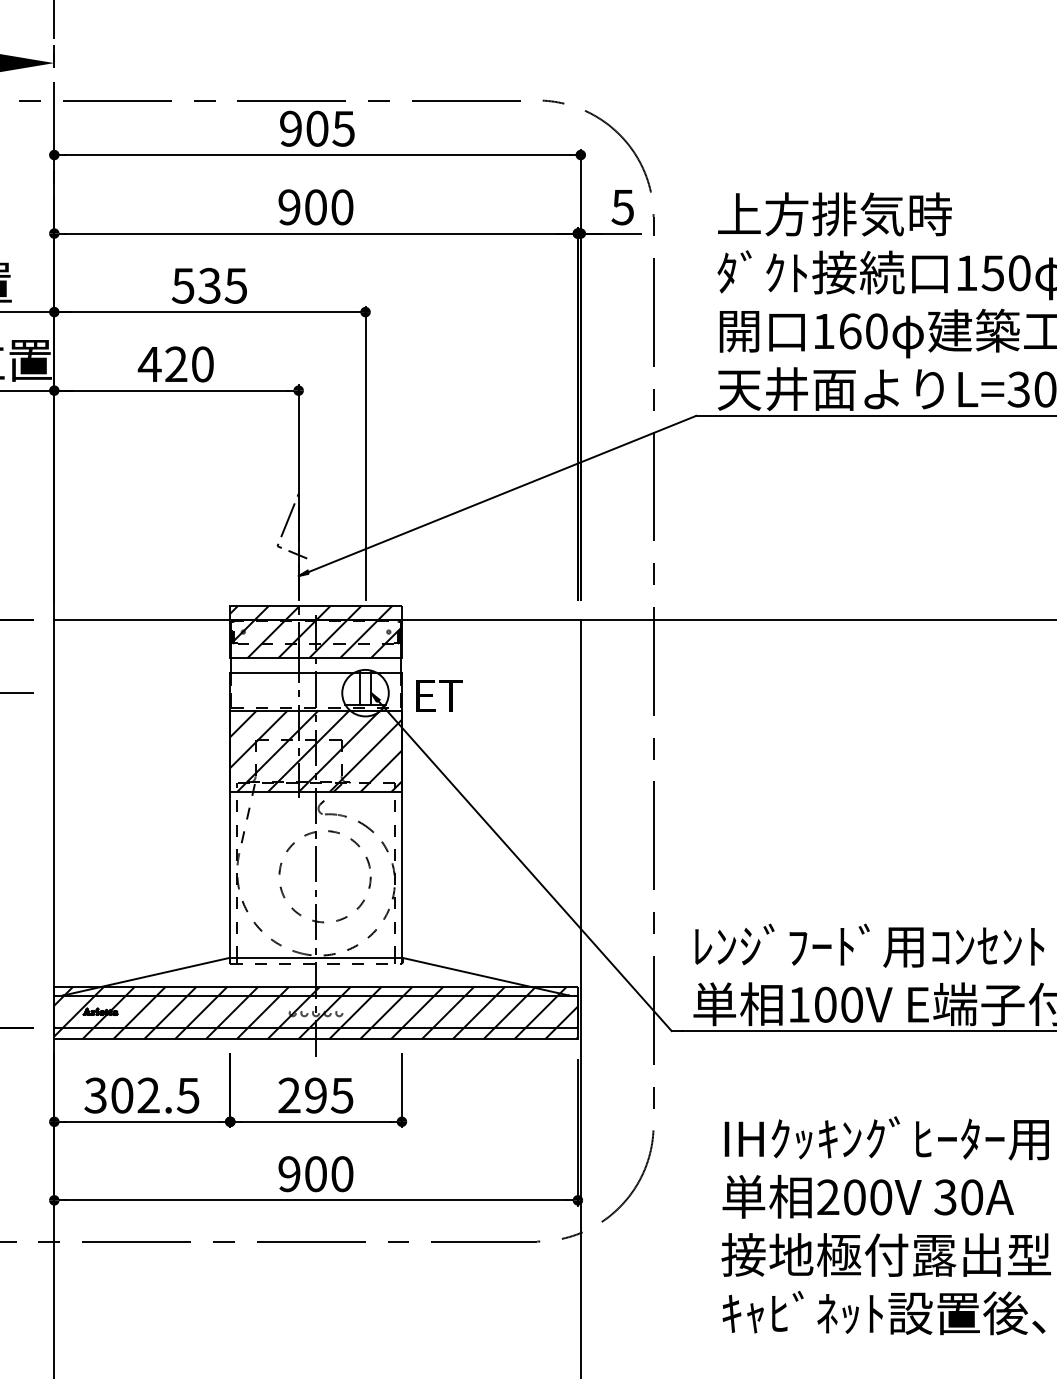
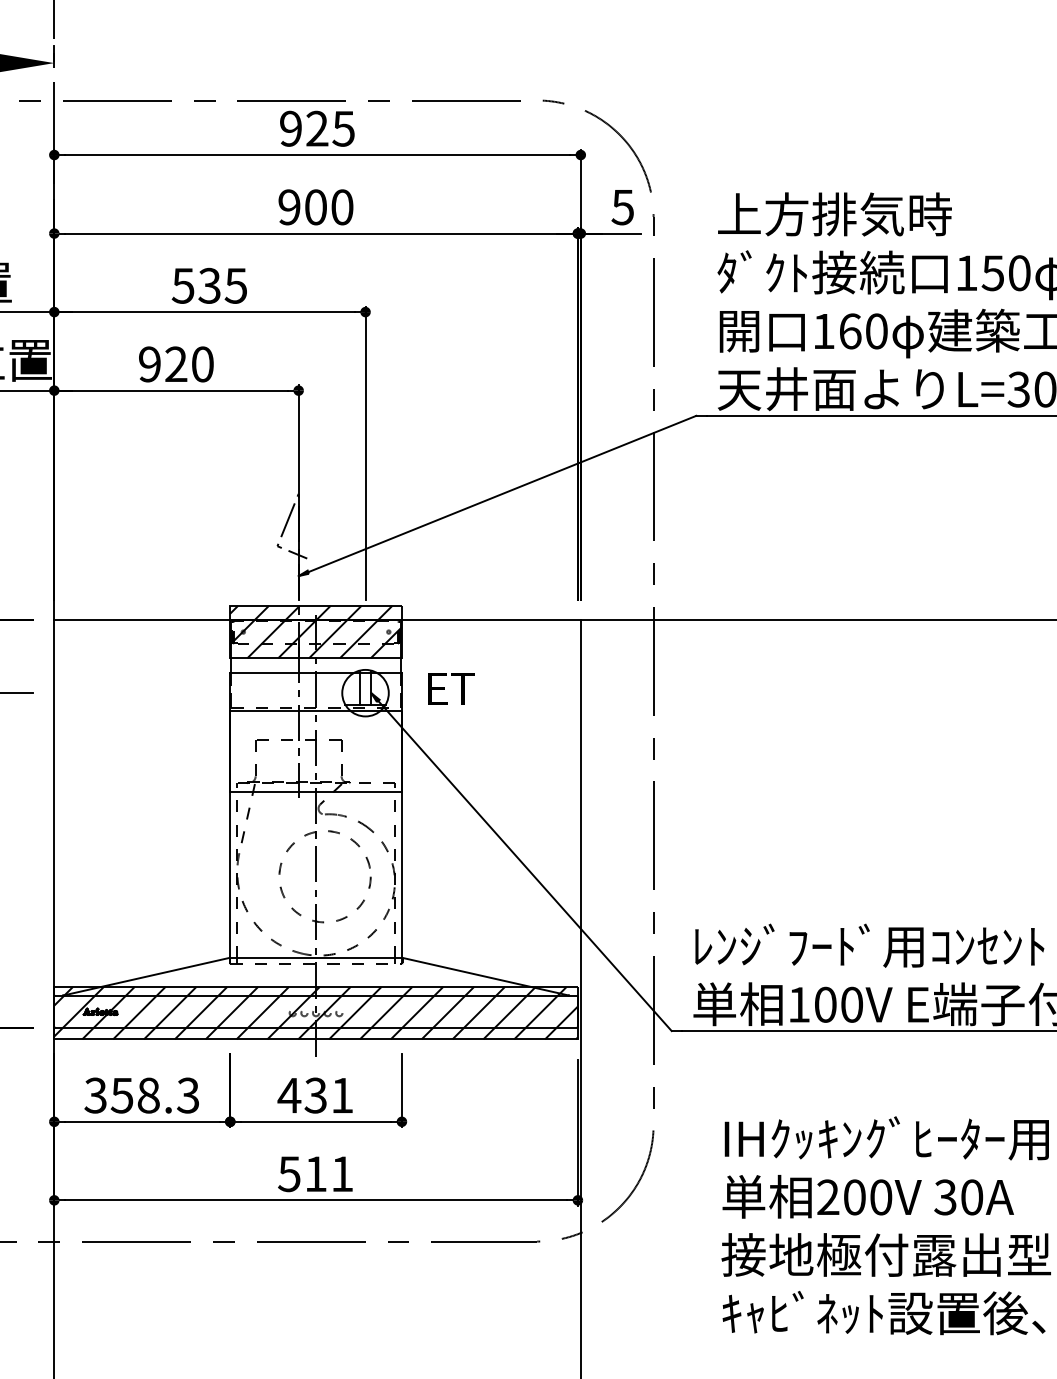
text at (317, 128): 905 -> 925
text at (149, 364): 420 -> 920
text at (439, 695) position: (439, 695) -> (451, 688)
hatch at (315, 751): present -> none
text at (154, 1095): 302.5 -> 358.3
text at (315, 1095): 295 -> 431
text at (315, 1174): 900 -> 511
